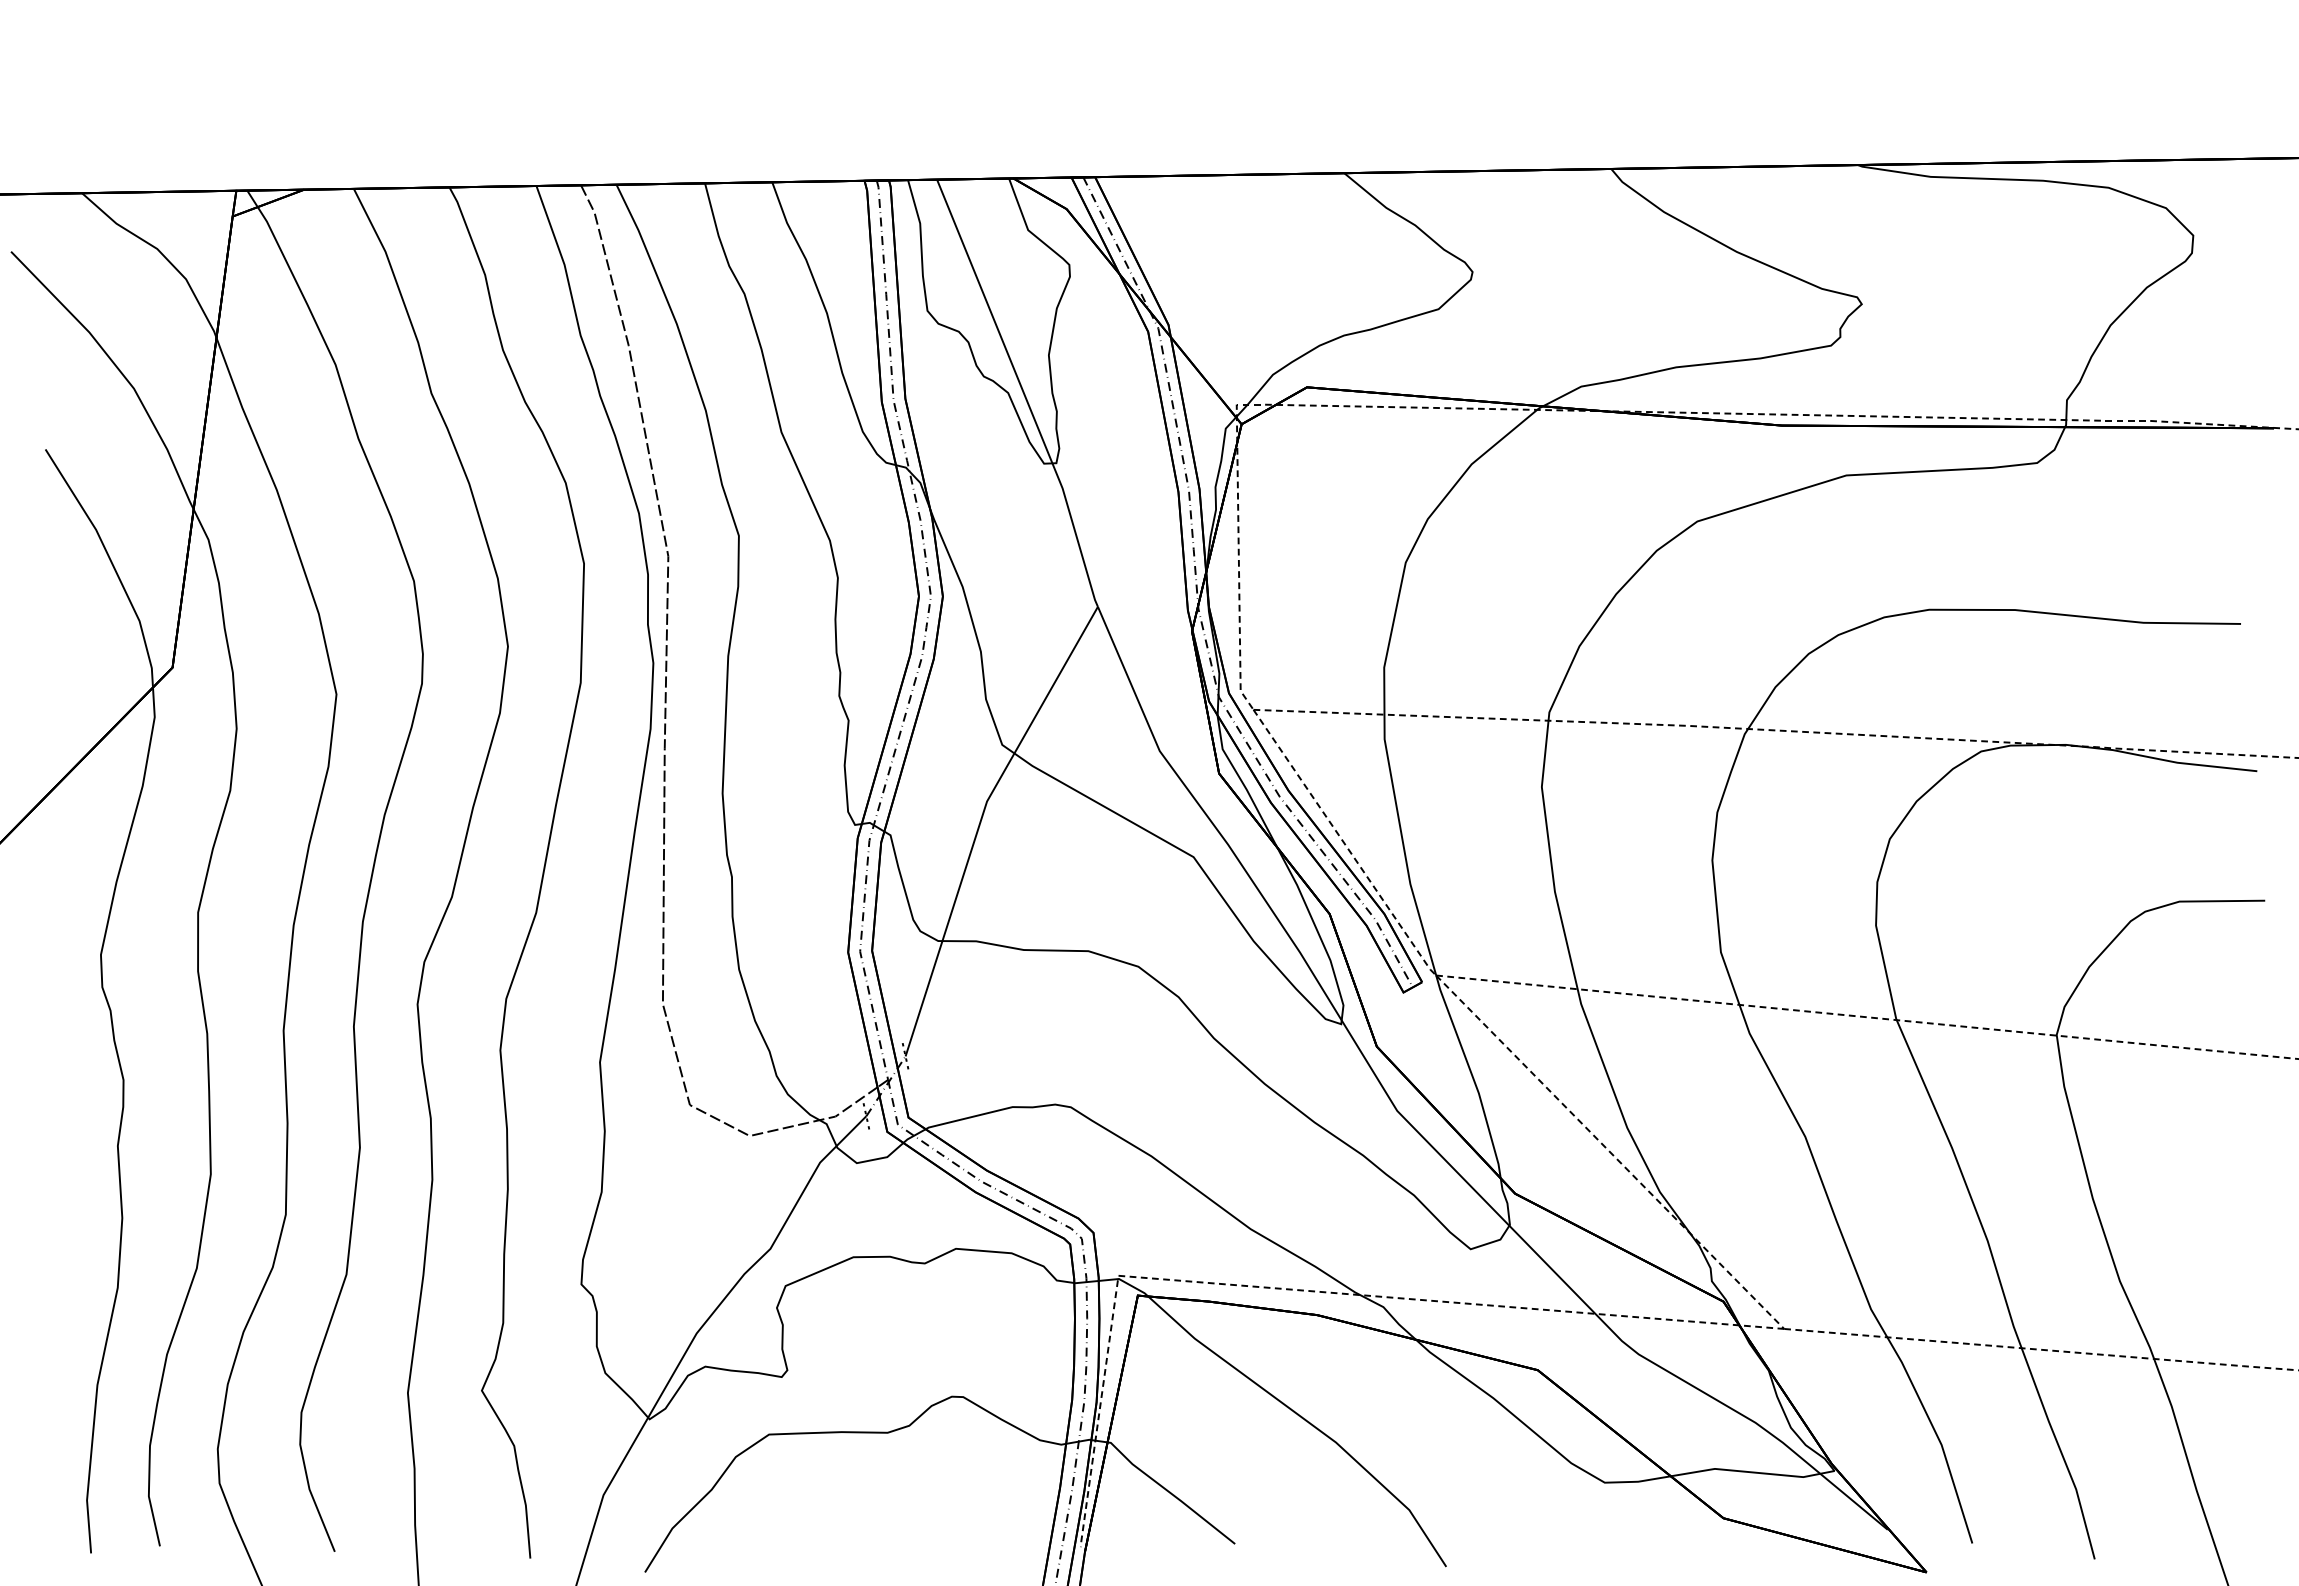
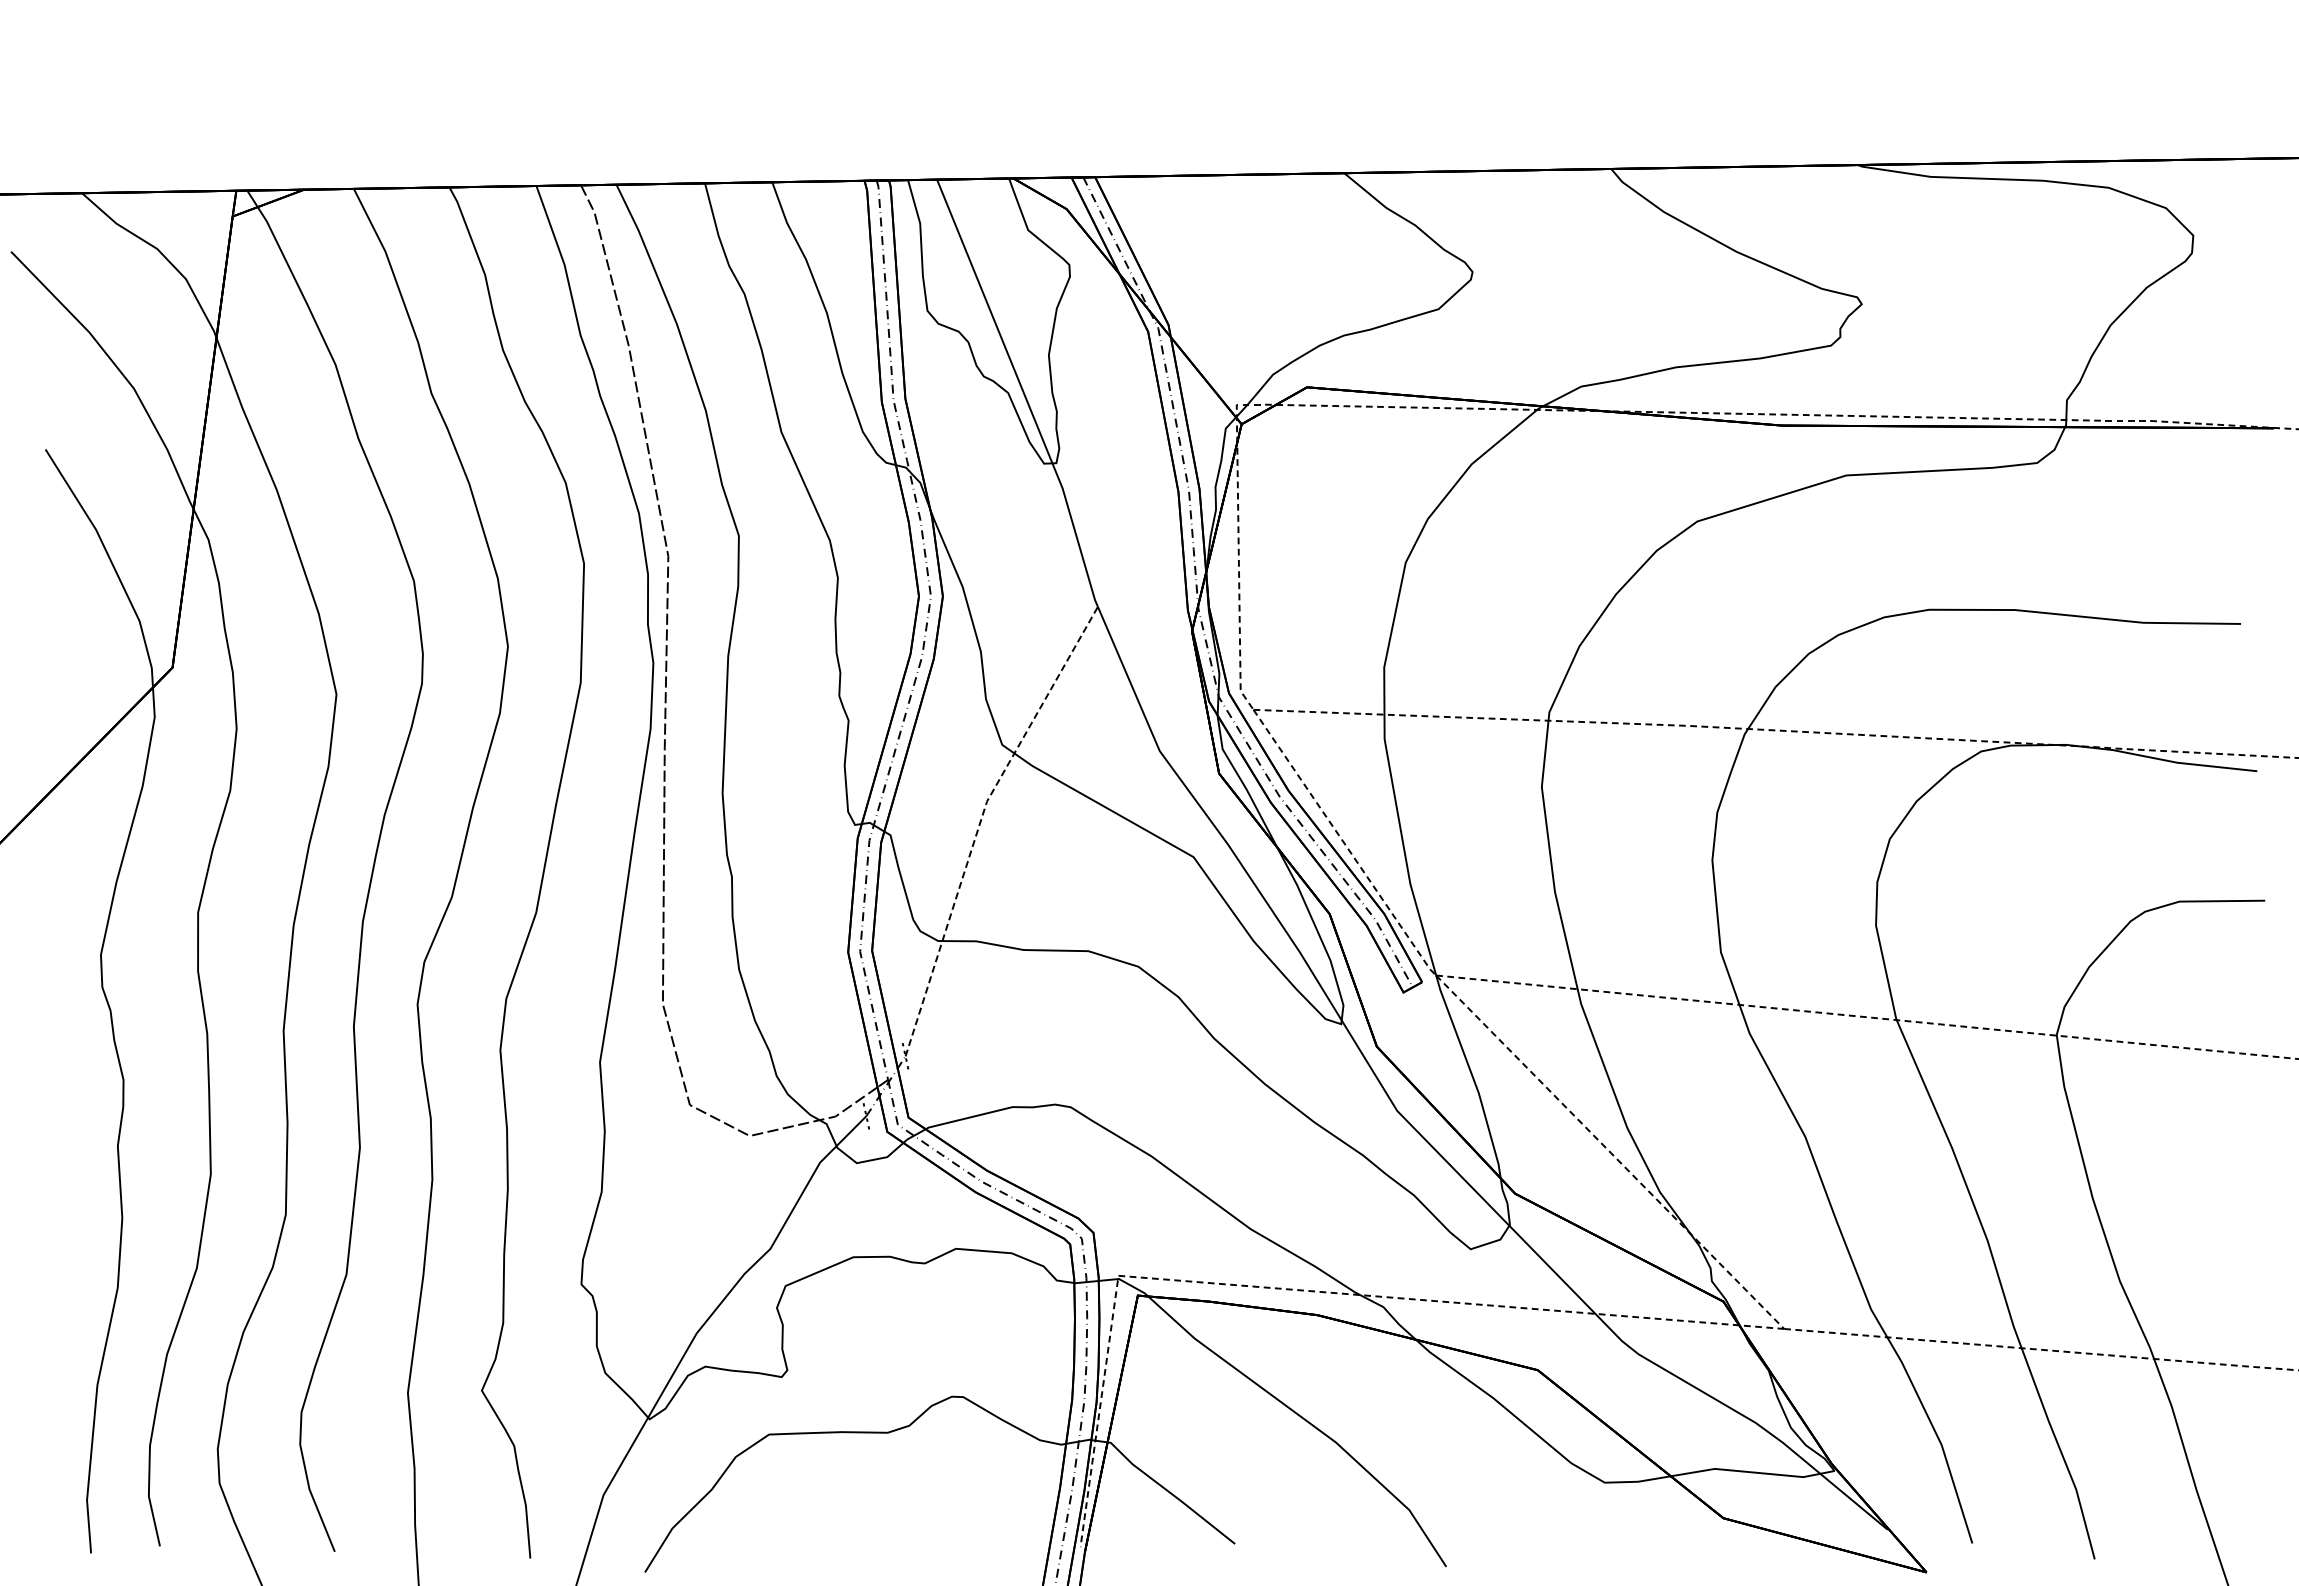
line at (980, 821): solid -> dashed
